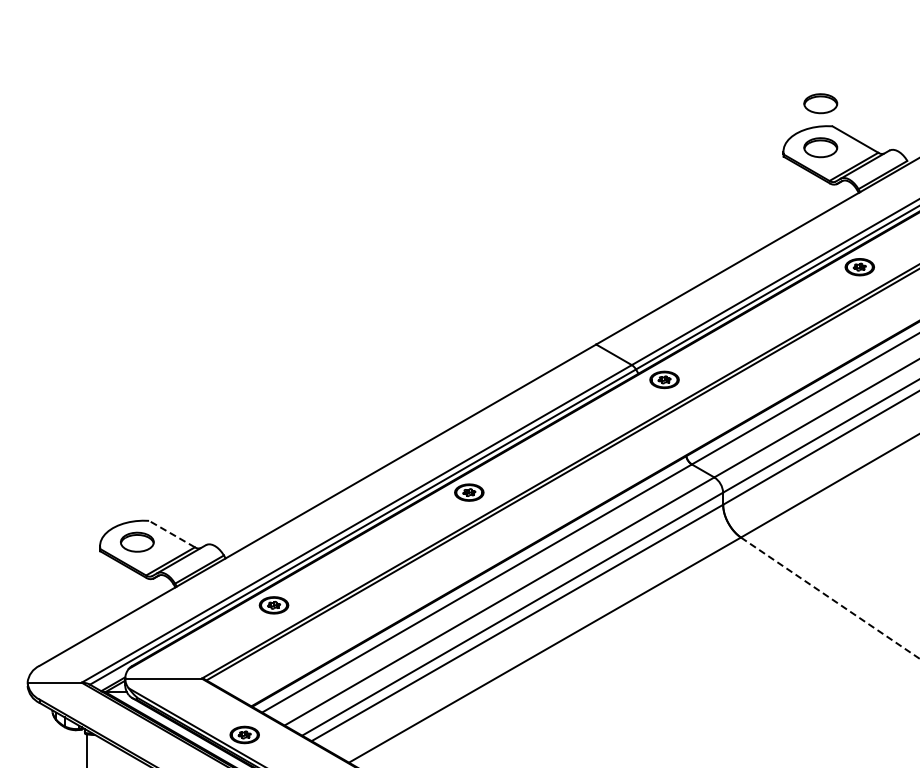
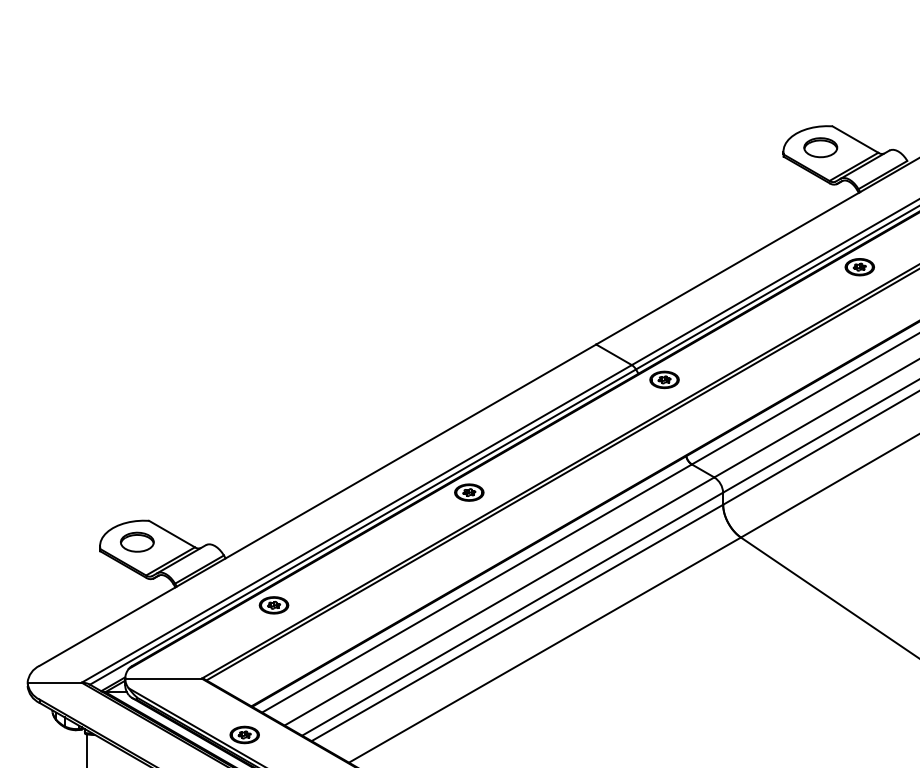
part at (820, 103): present -> none
line at (171, 533): dashed -> solid
line at (830, 598): dashed -> solid
